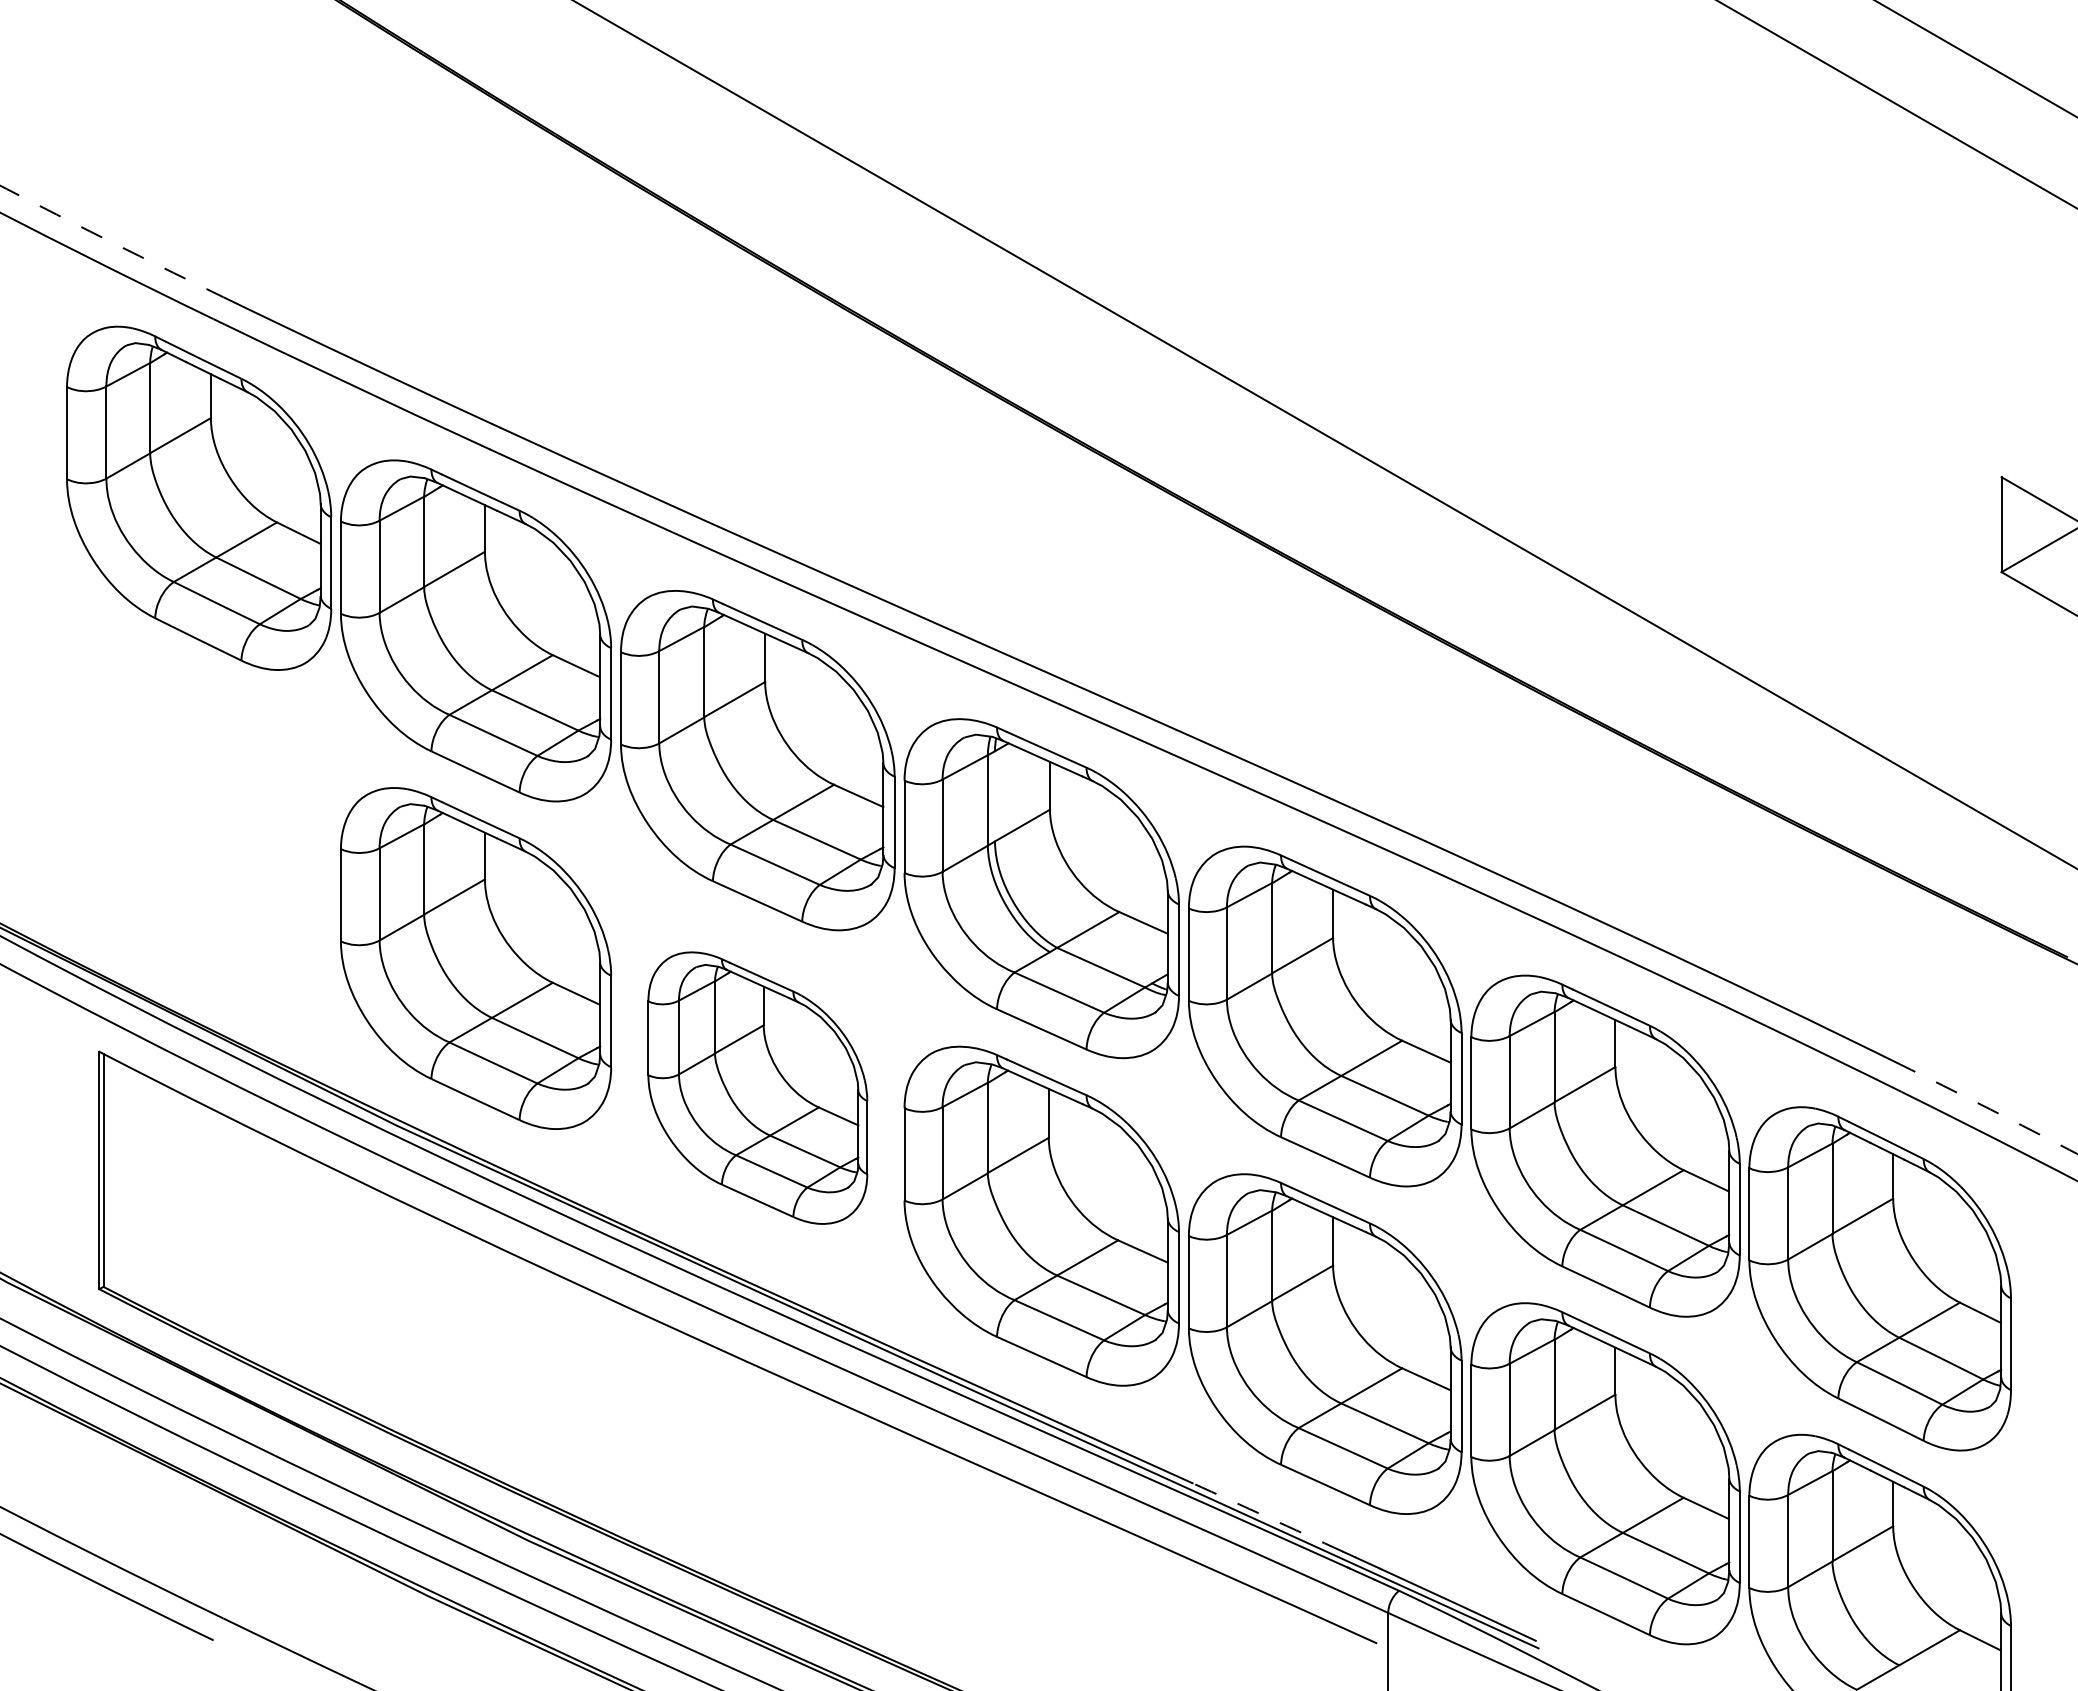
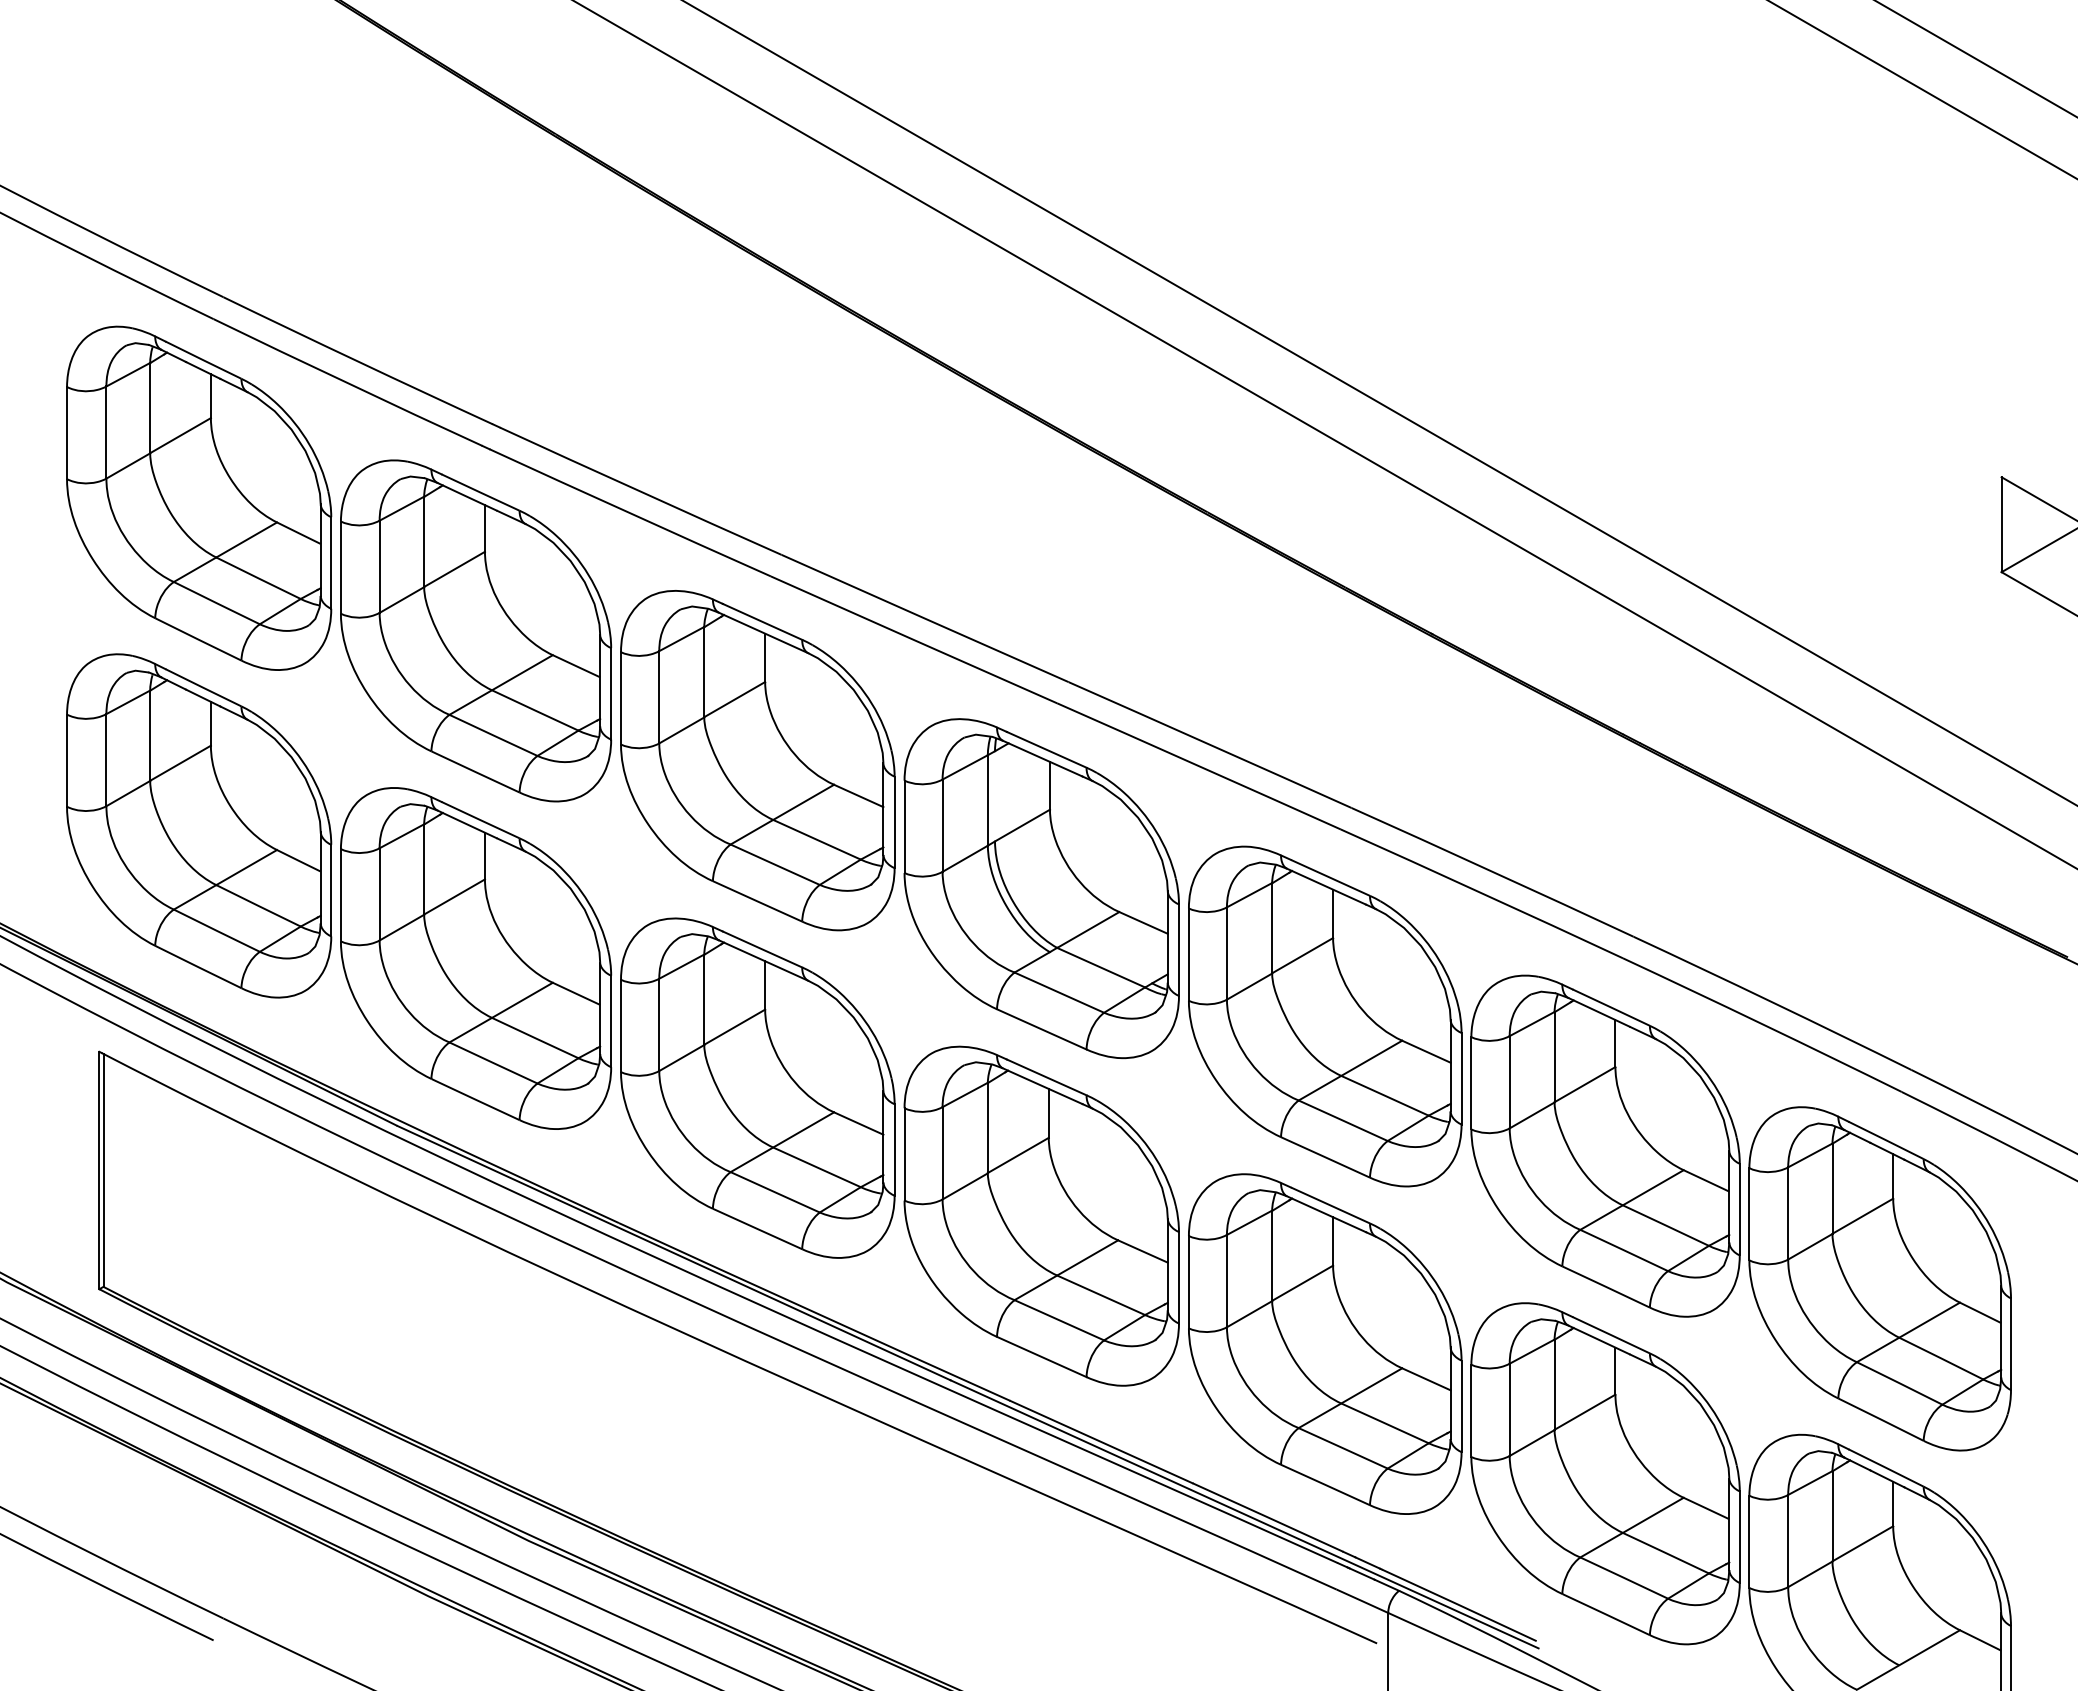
line at (1897, 104) position: (1897, 104) -> (1922, 89)
arc at (111, 241): dashed -> solid
line at (1379, 403): none -> present
part at (199, 825): none -> present
part at (757, 1087) size: 222x274 px -> 276x342 px
arc at (1994, 1111): dashed -> solid
arc at (1268, 1517): dashed -> solid
